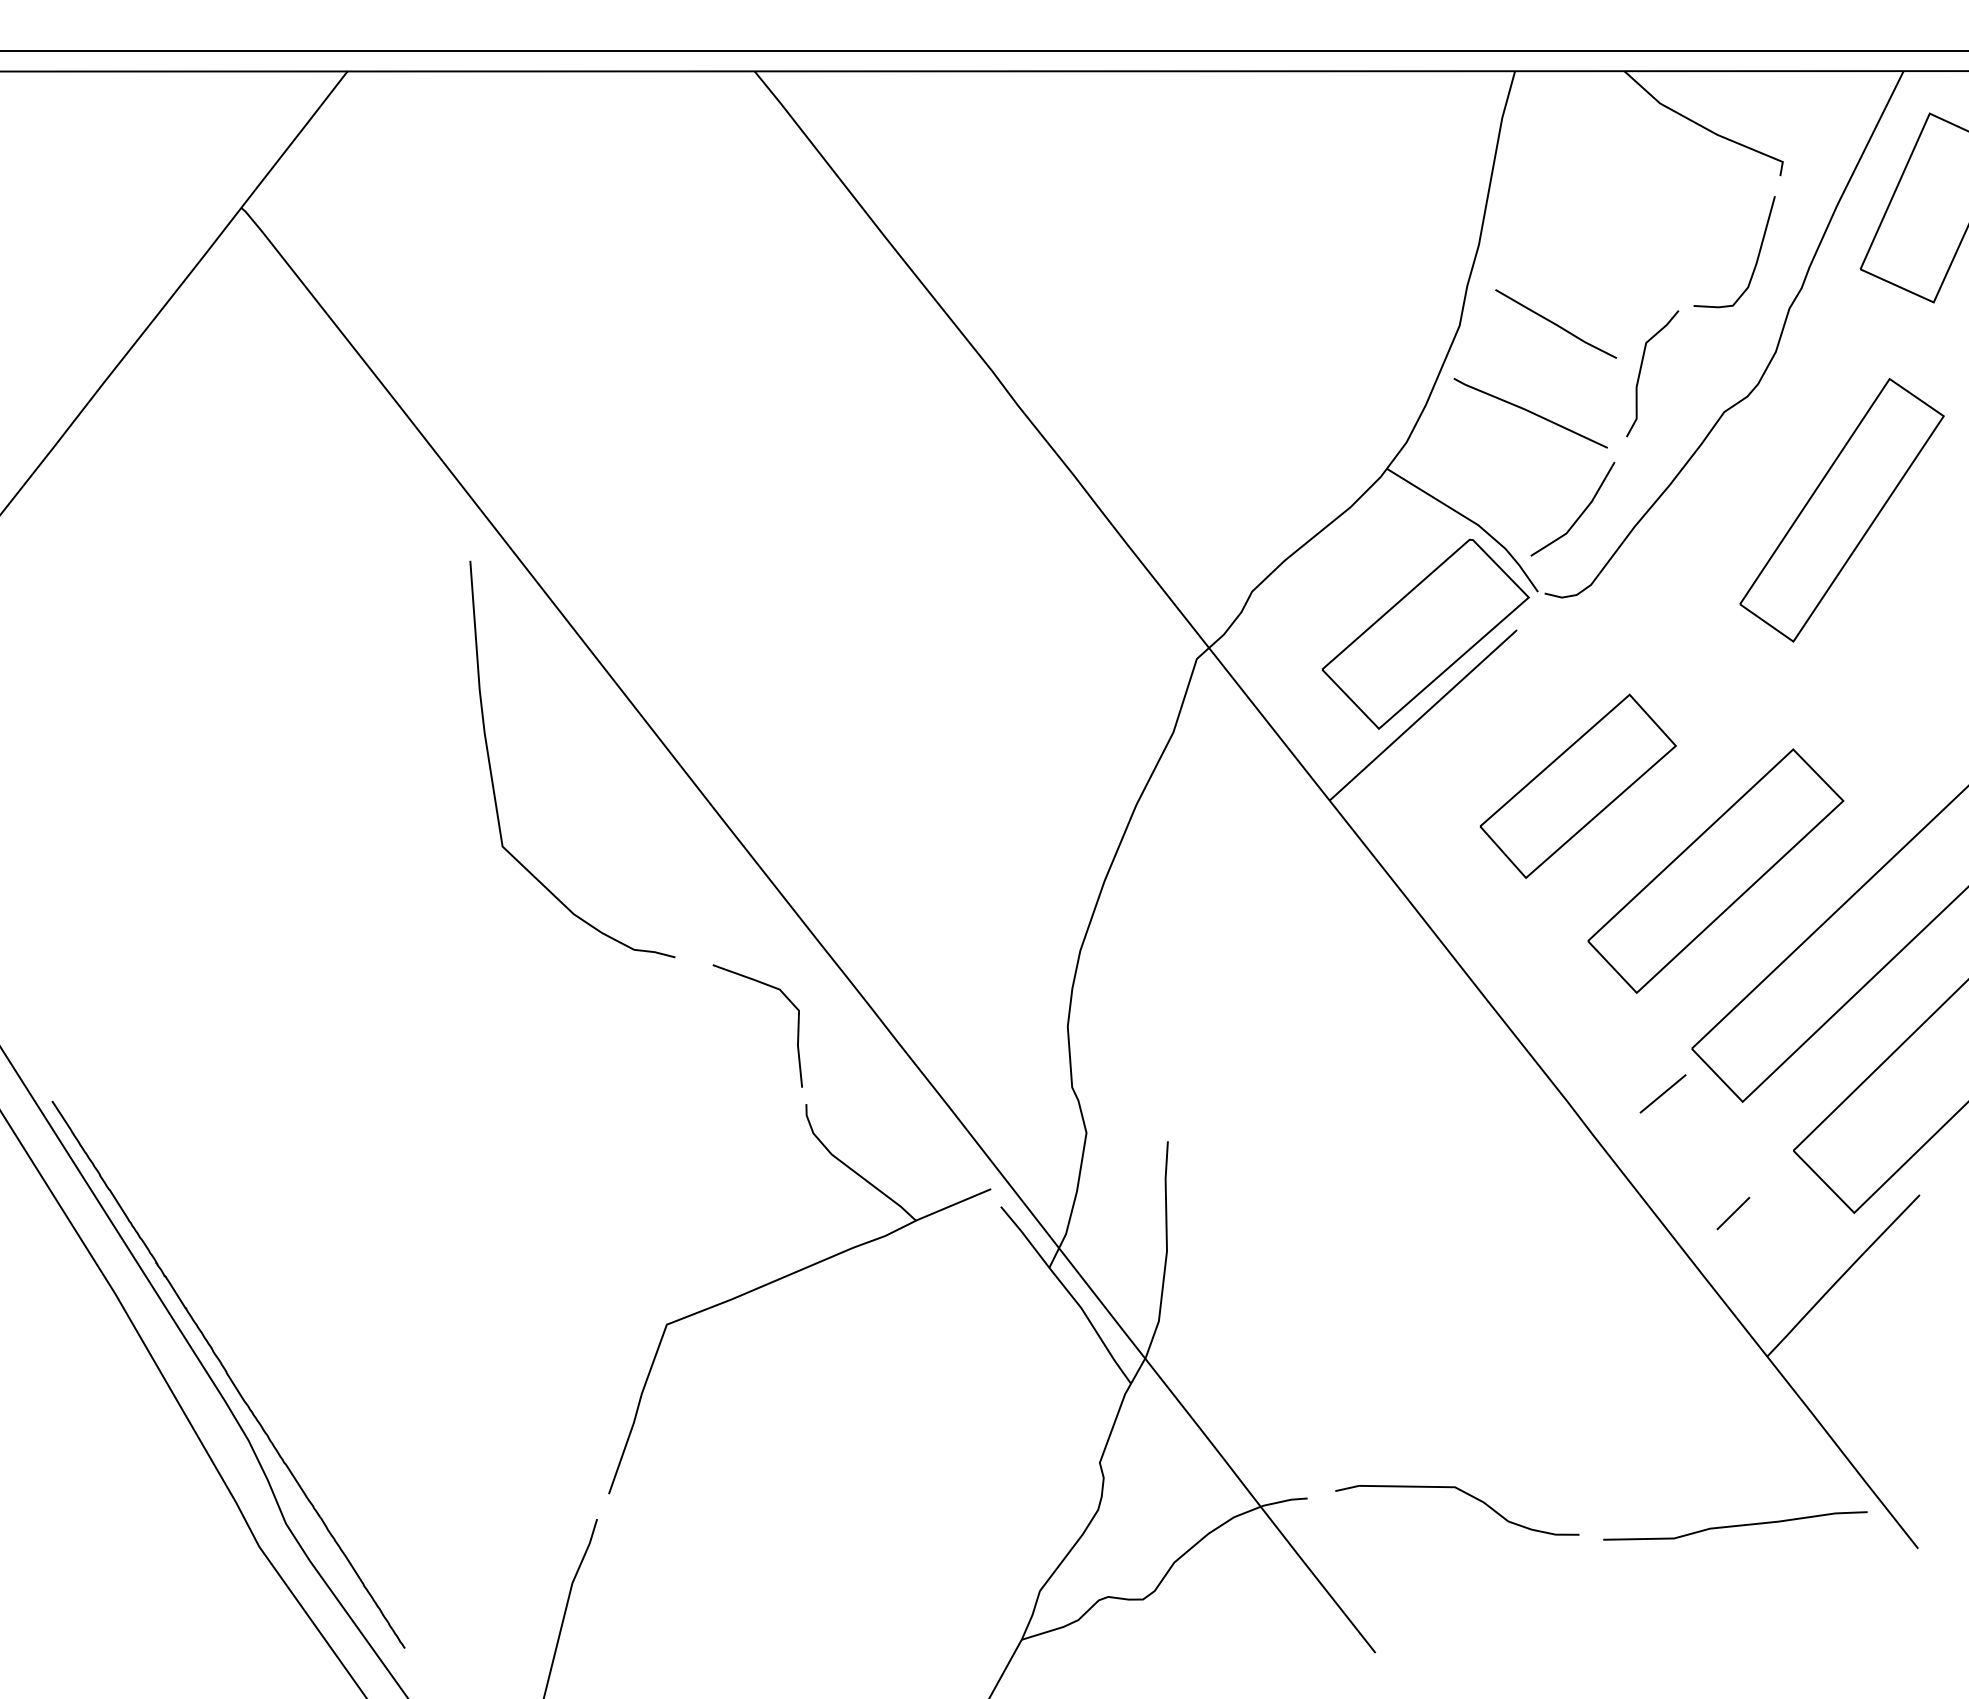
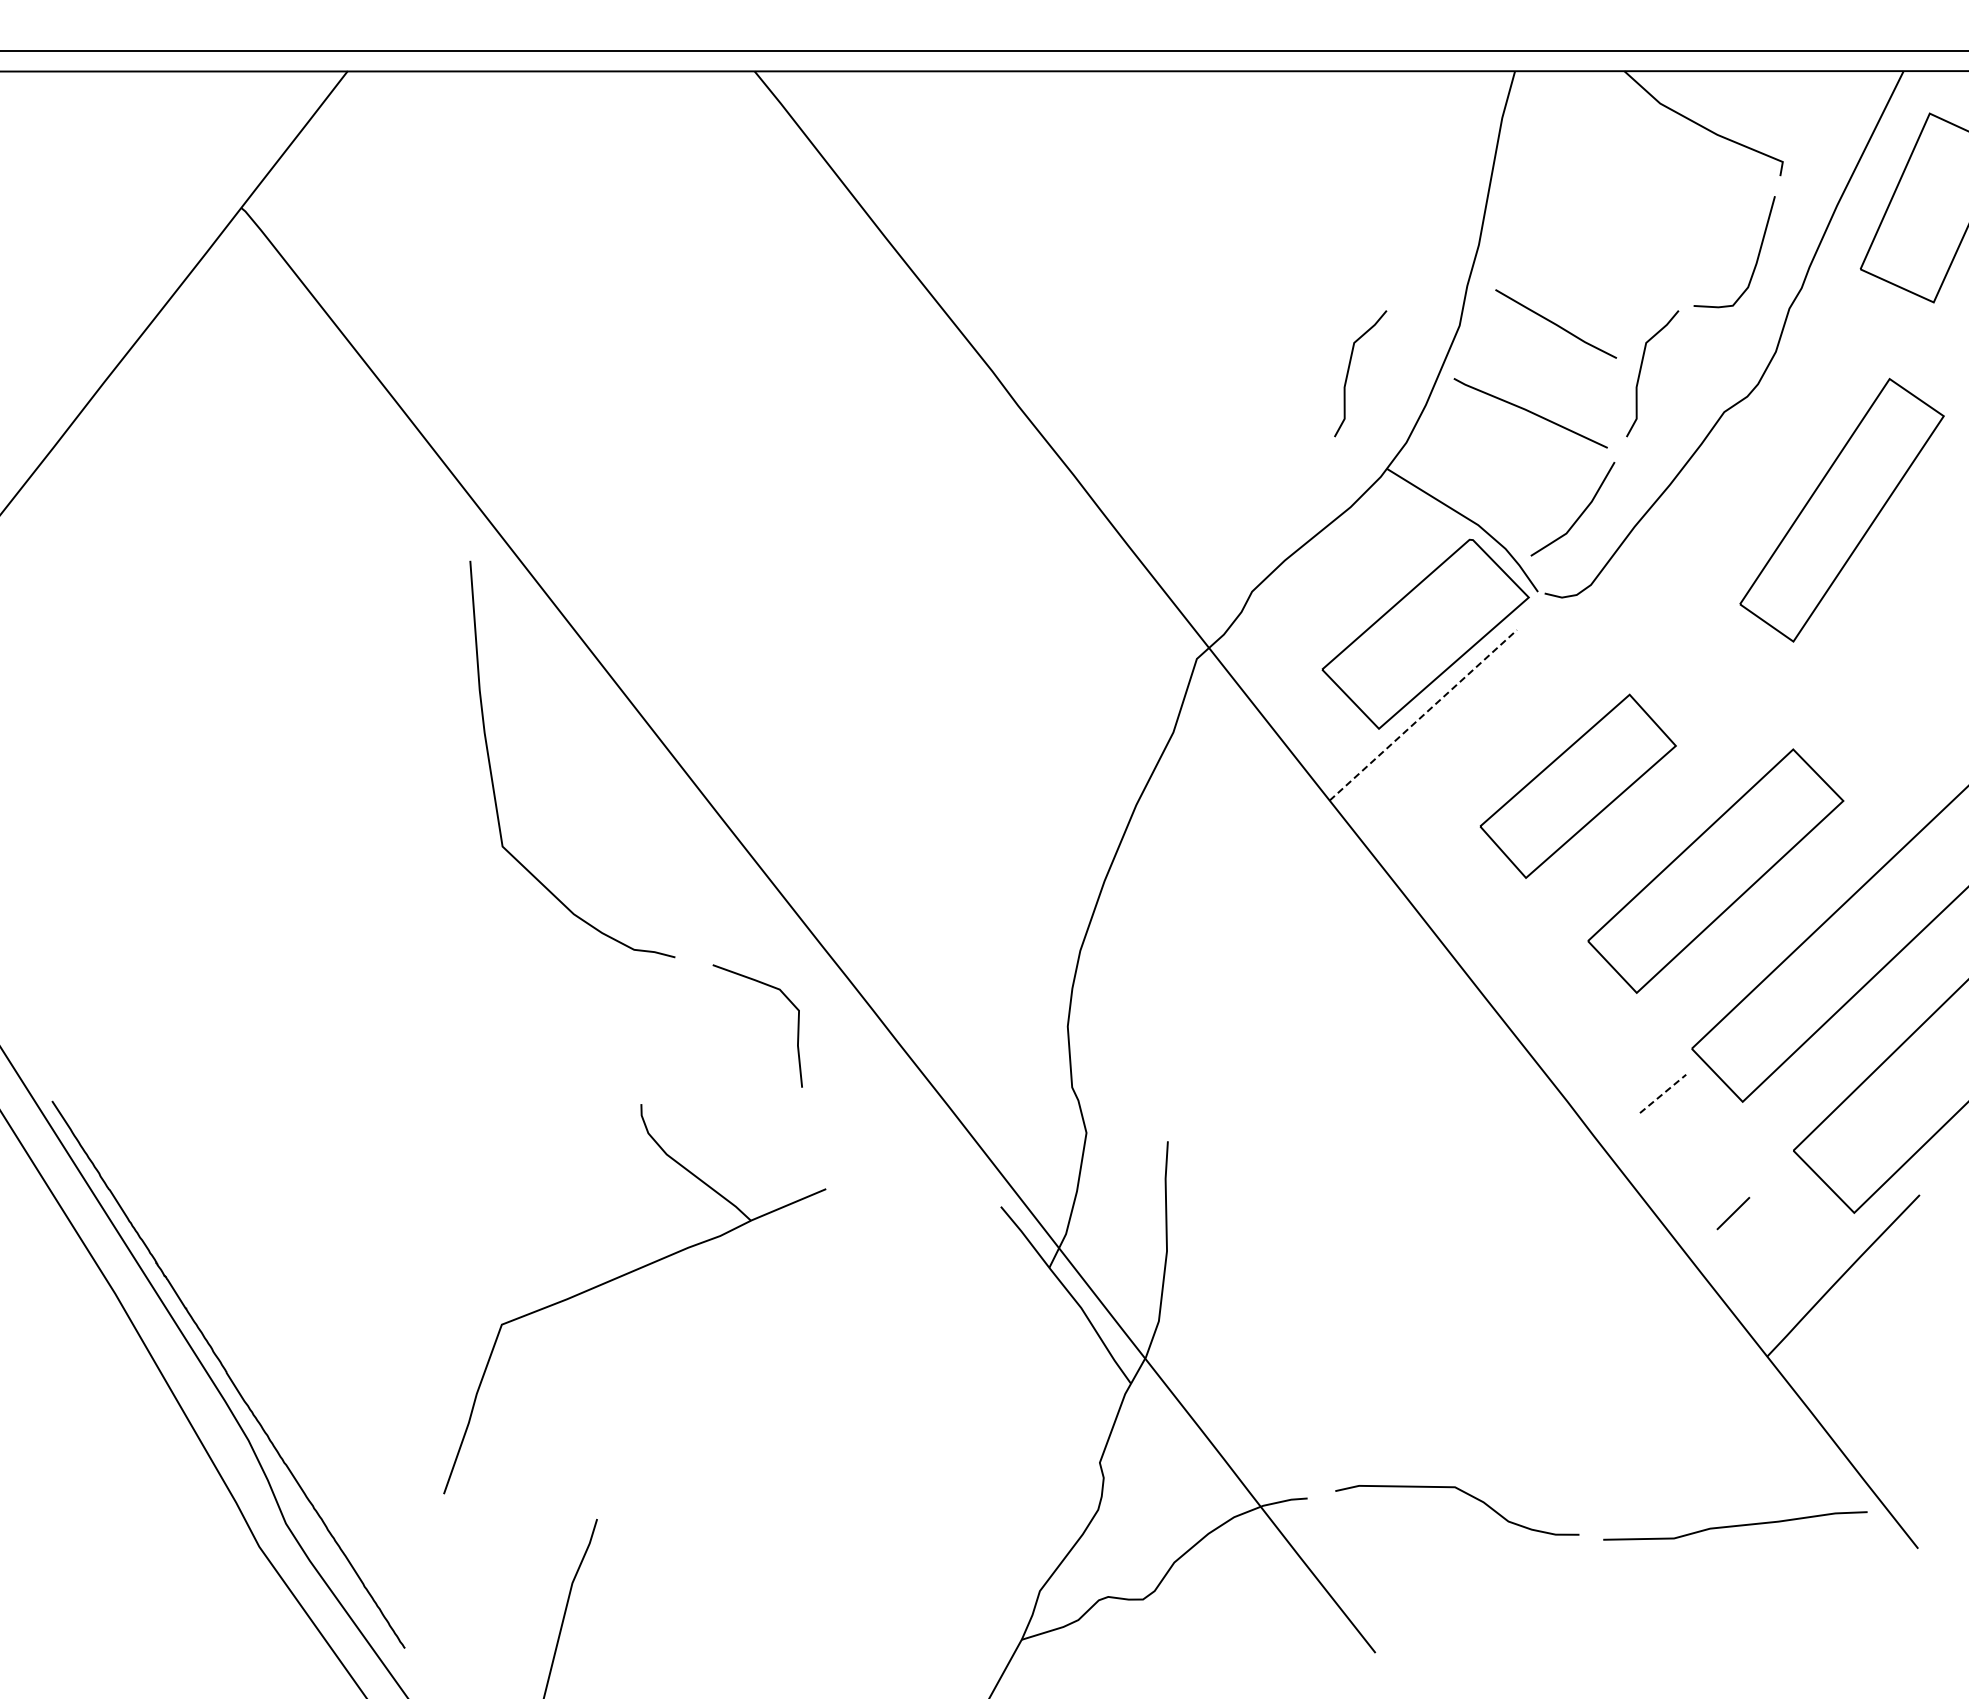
curve at (1349, 370): none -> present
line at (1423, 715): solid -> dashed
line at (1663, 1093): solid -> dashed
part at (788, 1276) position: (788, 1276) -> (623, 1276)
